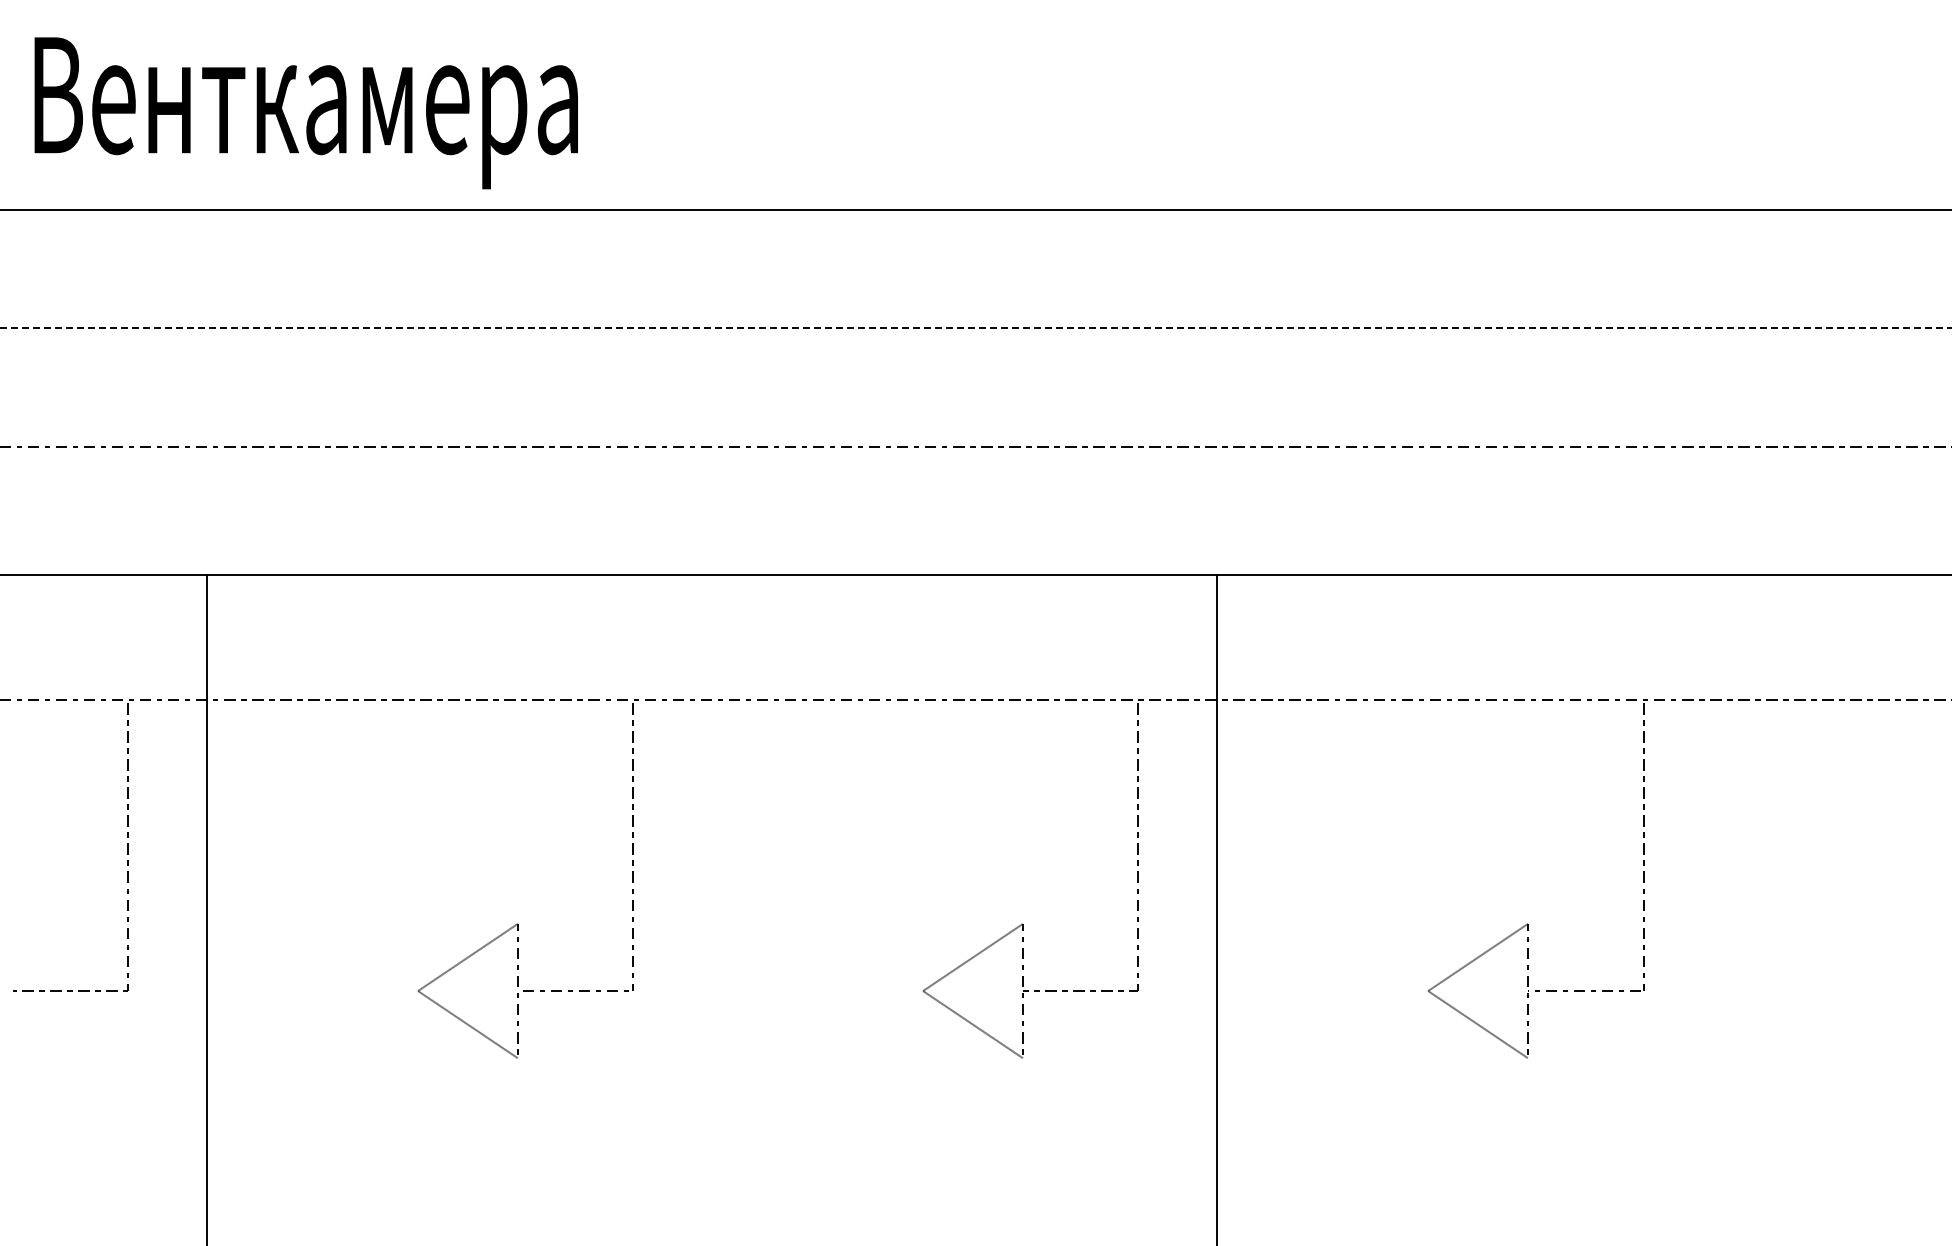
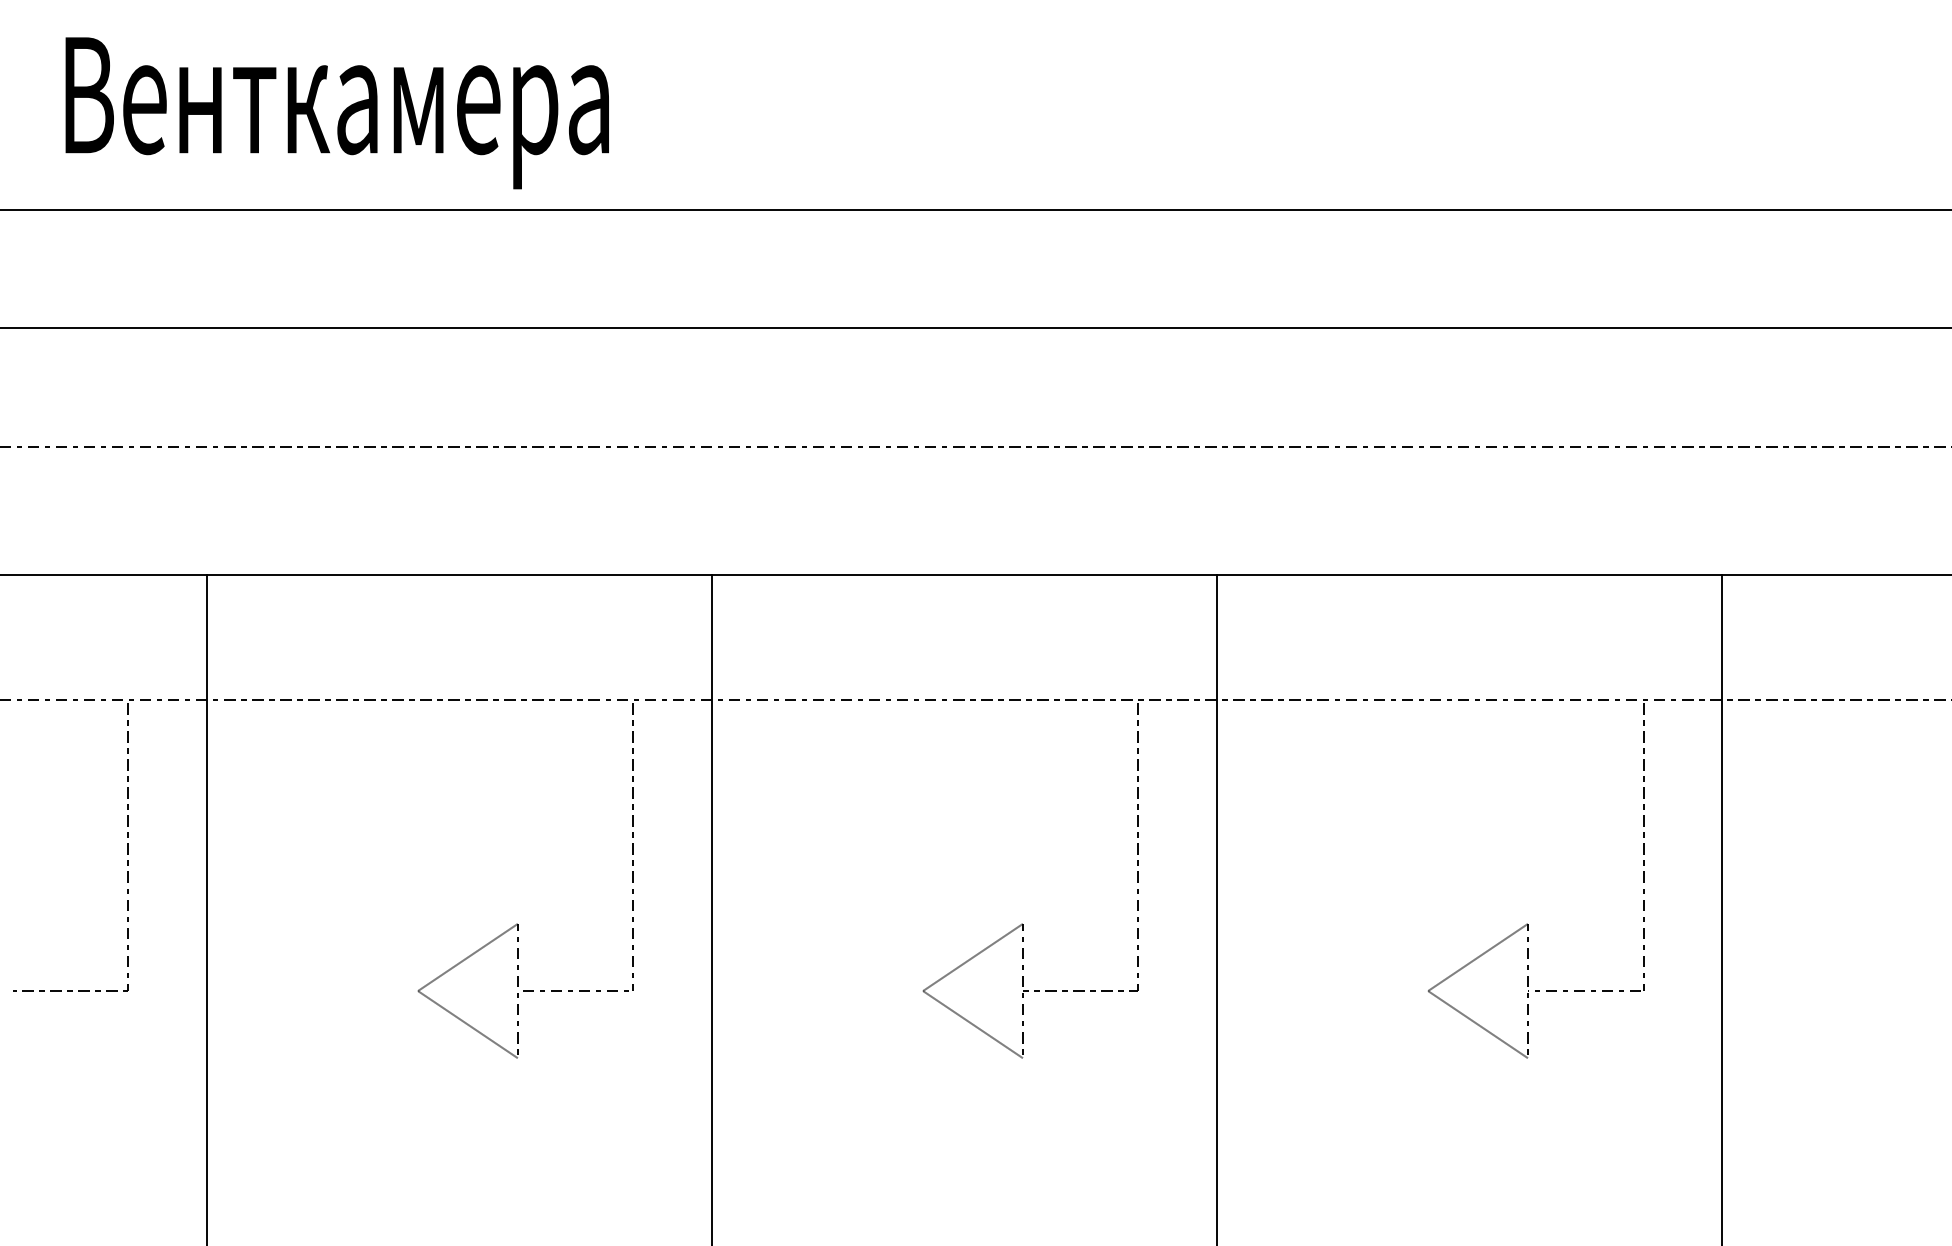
text at (305, 113) position: (305, 113) -> (336, 113)
line at (976, 328): dashed -> solid
line at (712, 908): none -> present
line at (1722, 908): none -> present
